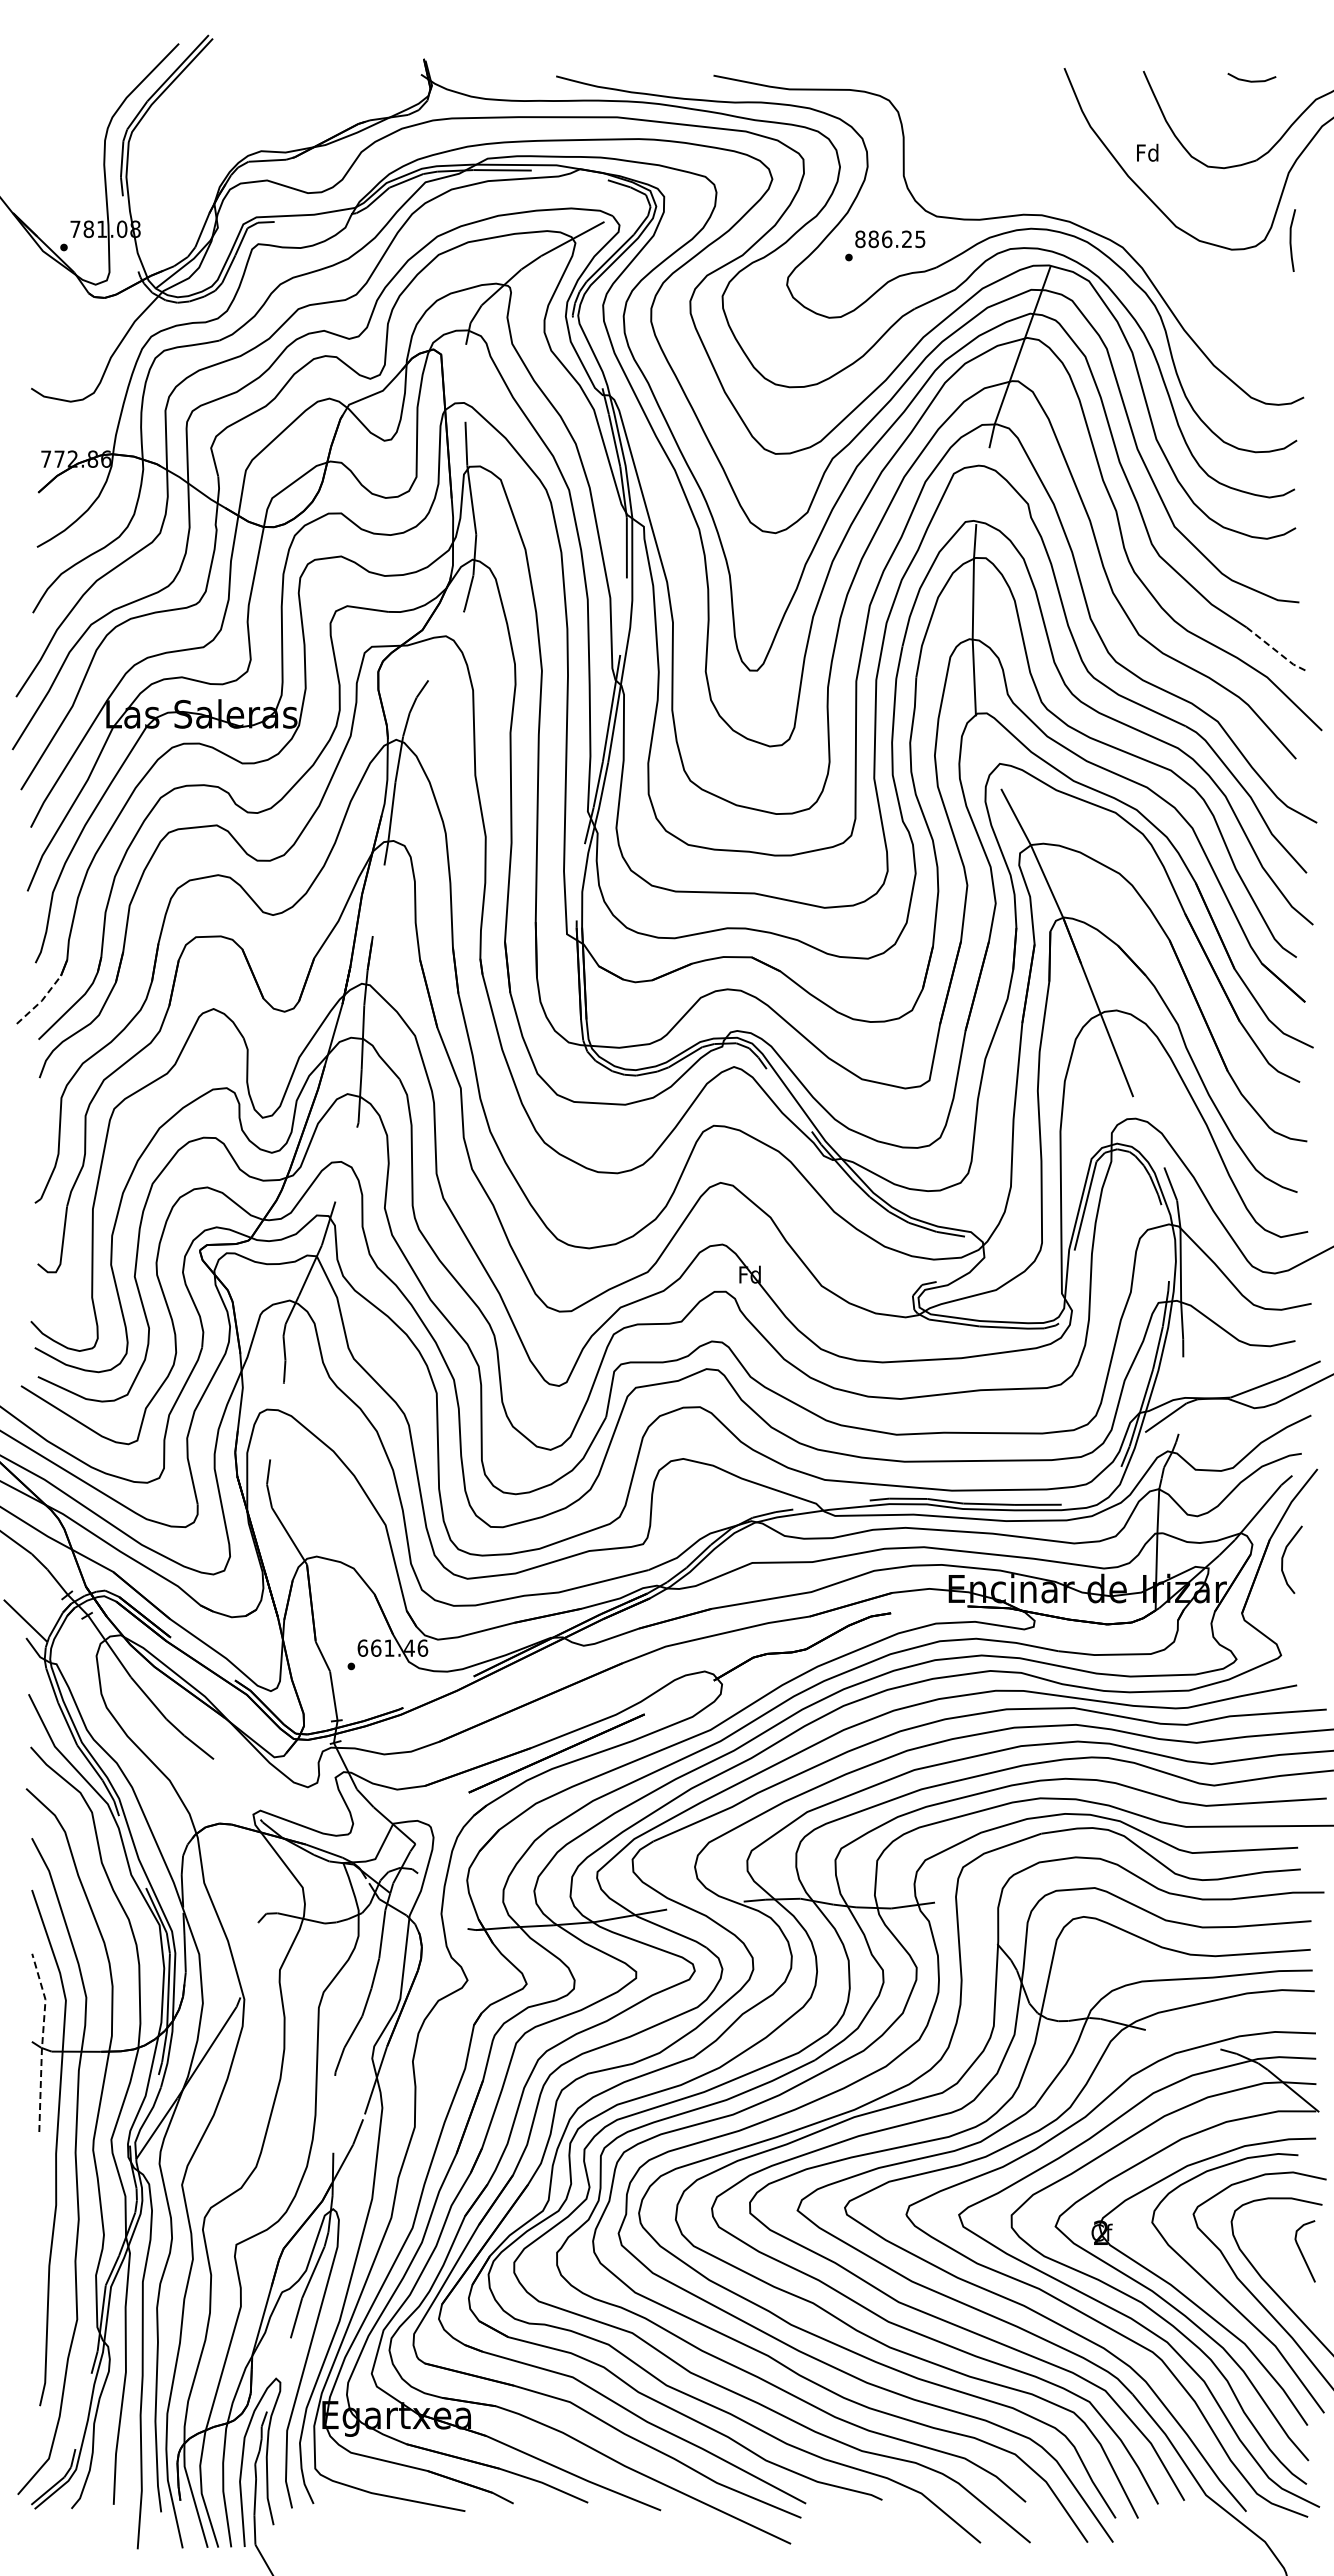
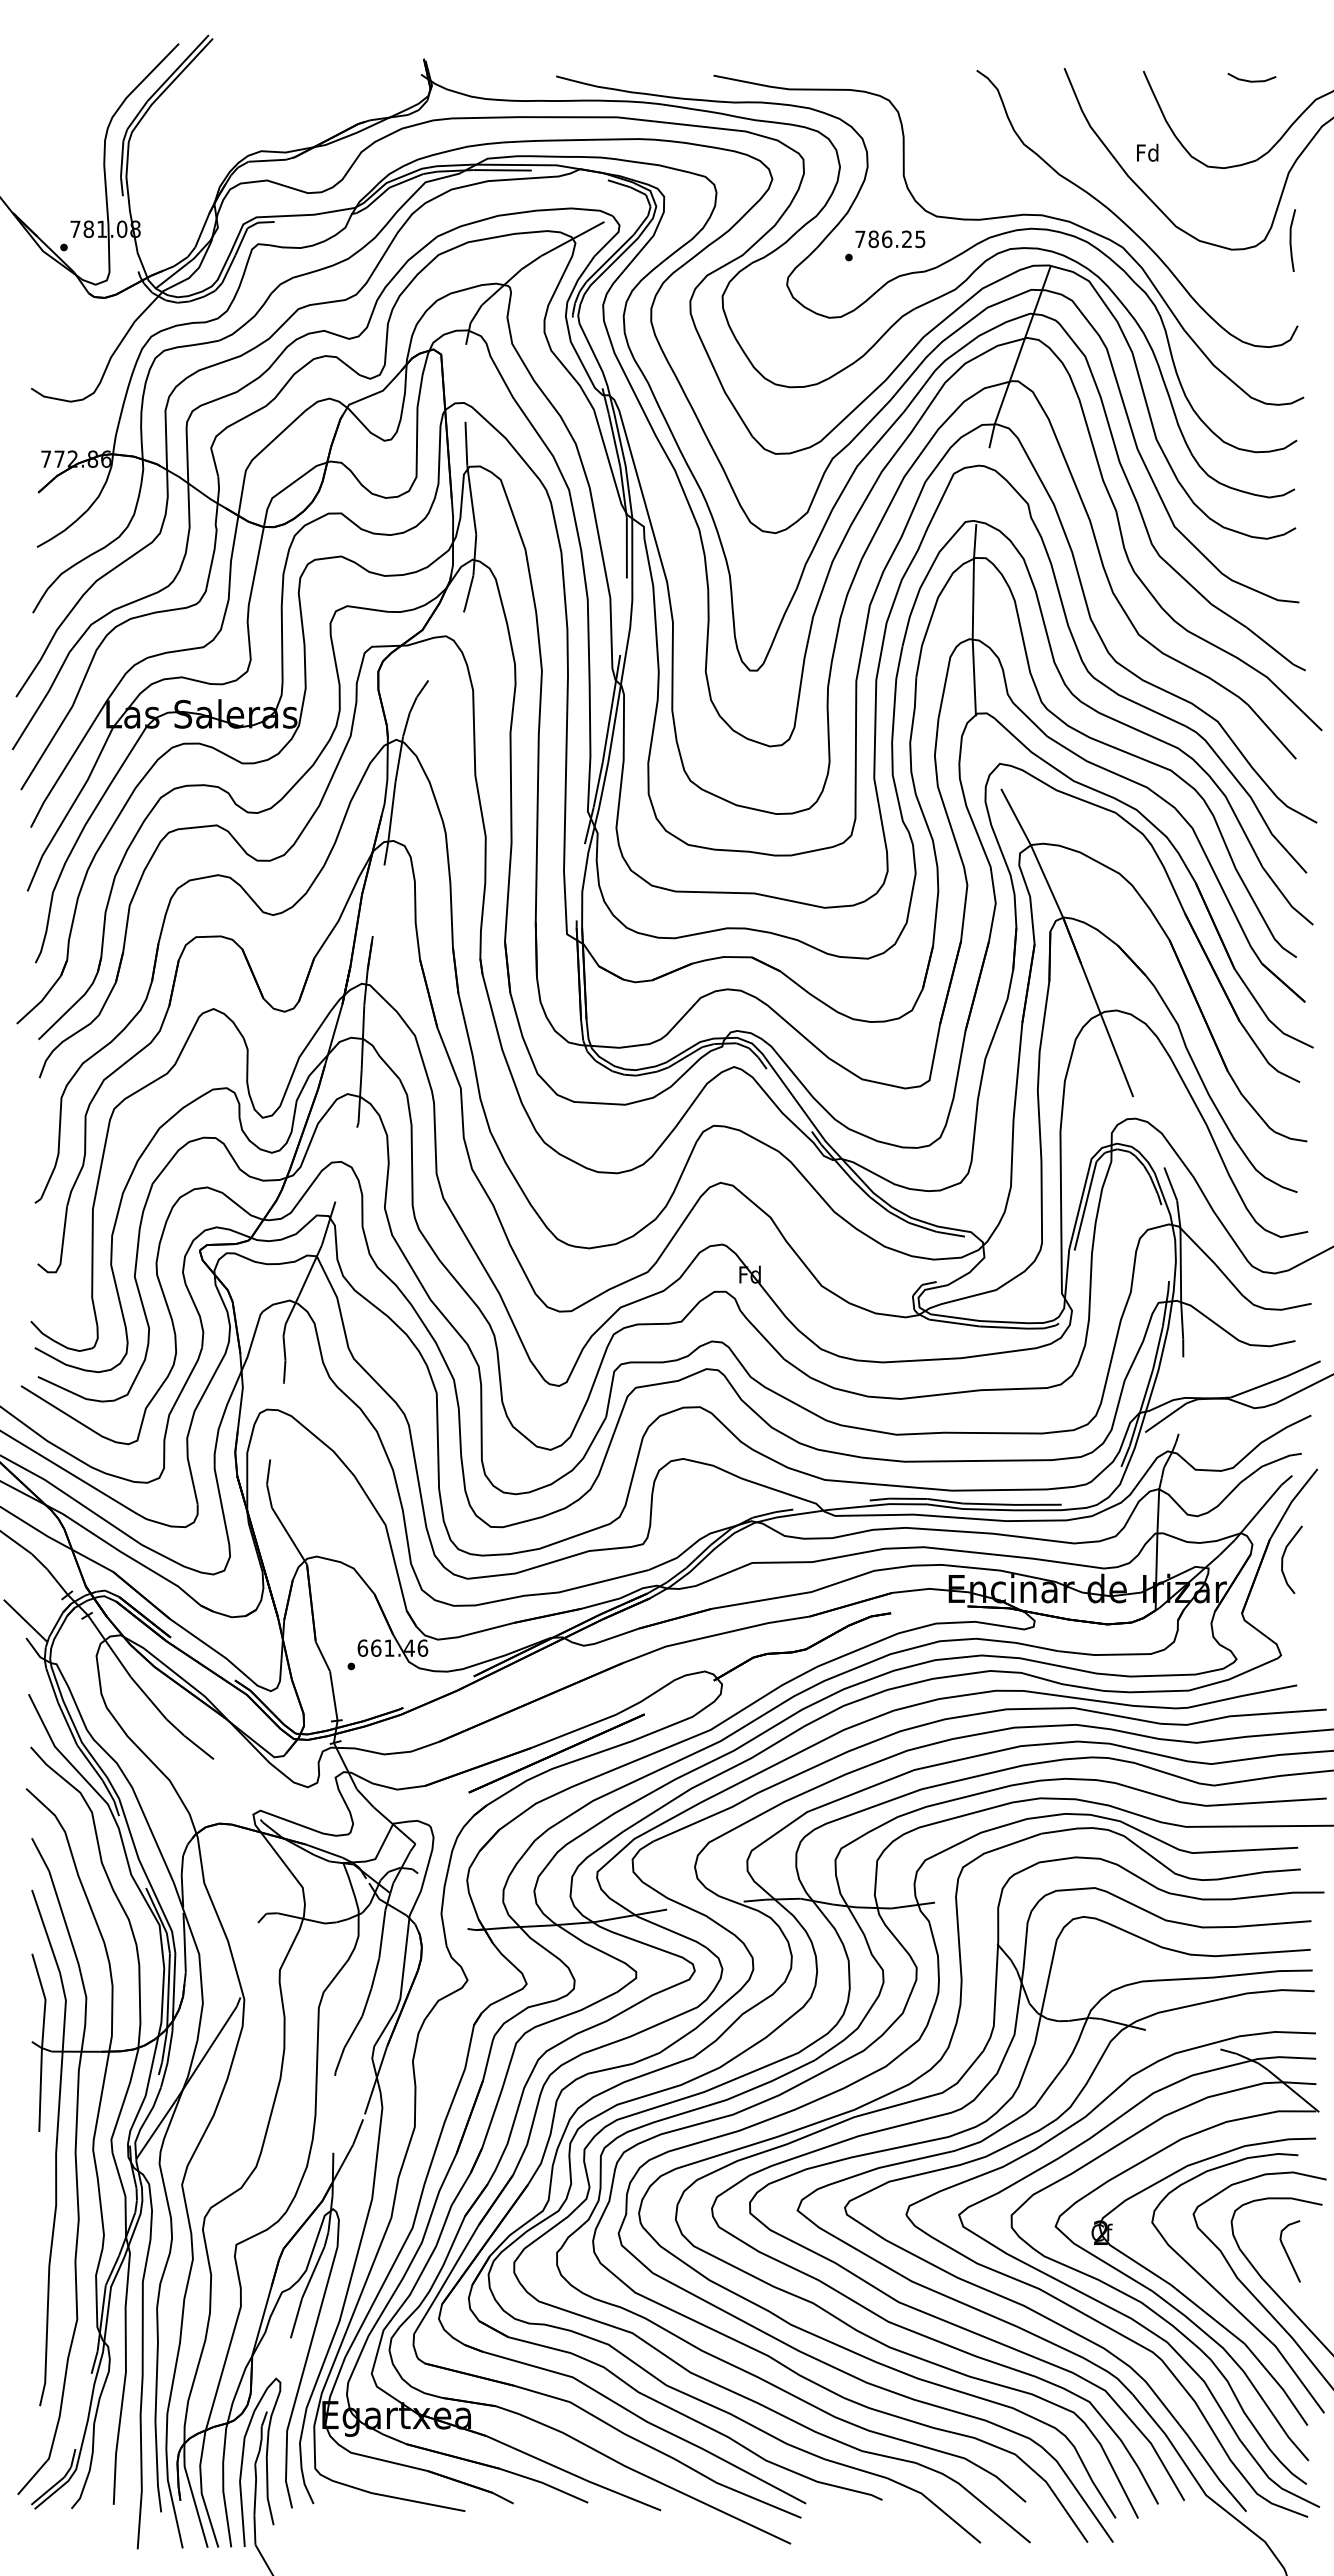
curve at (1124, 221): none -> present
text at (860, 239): 886.25 -> 786.25
line at (1276, 650): dashed -> solid
line at (41, 1001): dashed -> solid
line at (42, 2042): dashed -> solid
curve at (1302, 2252) position: (1302, 2252) -> (1287, 2252)
